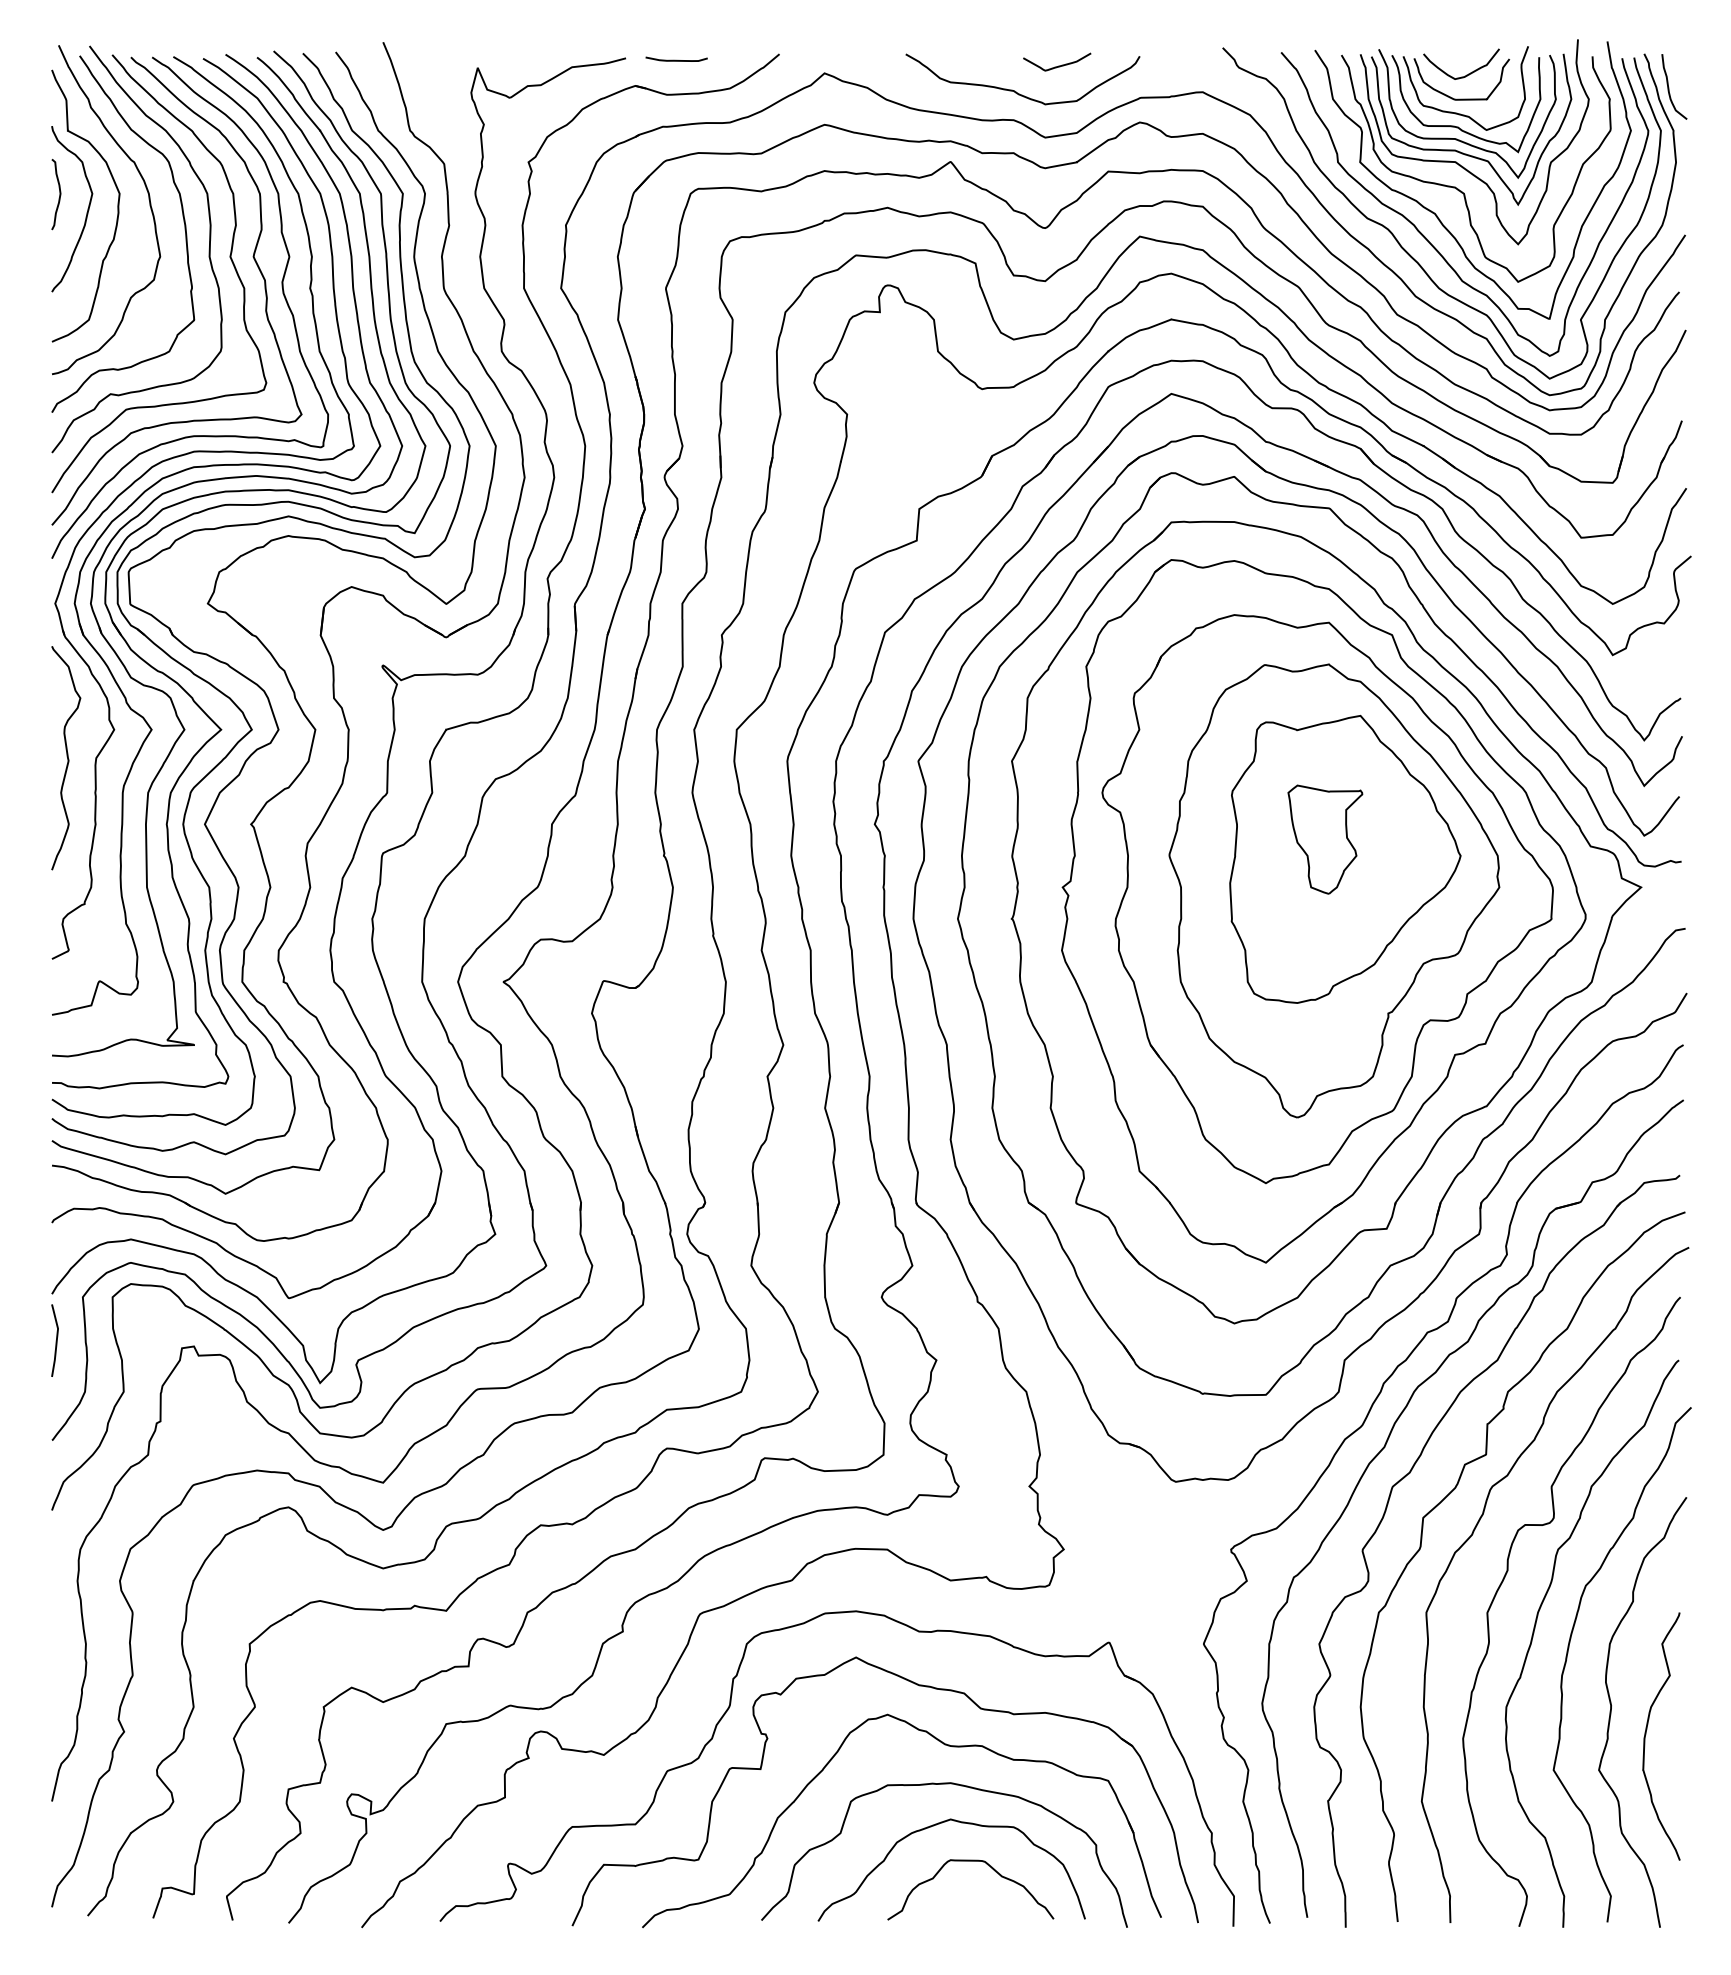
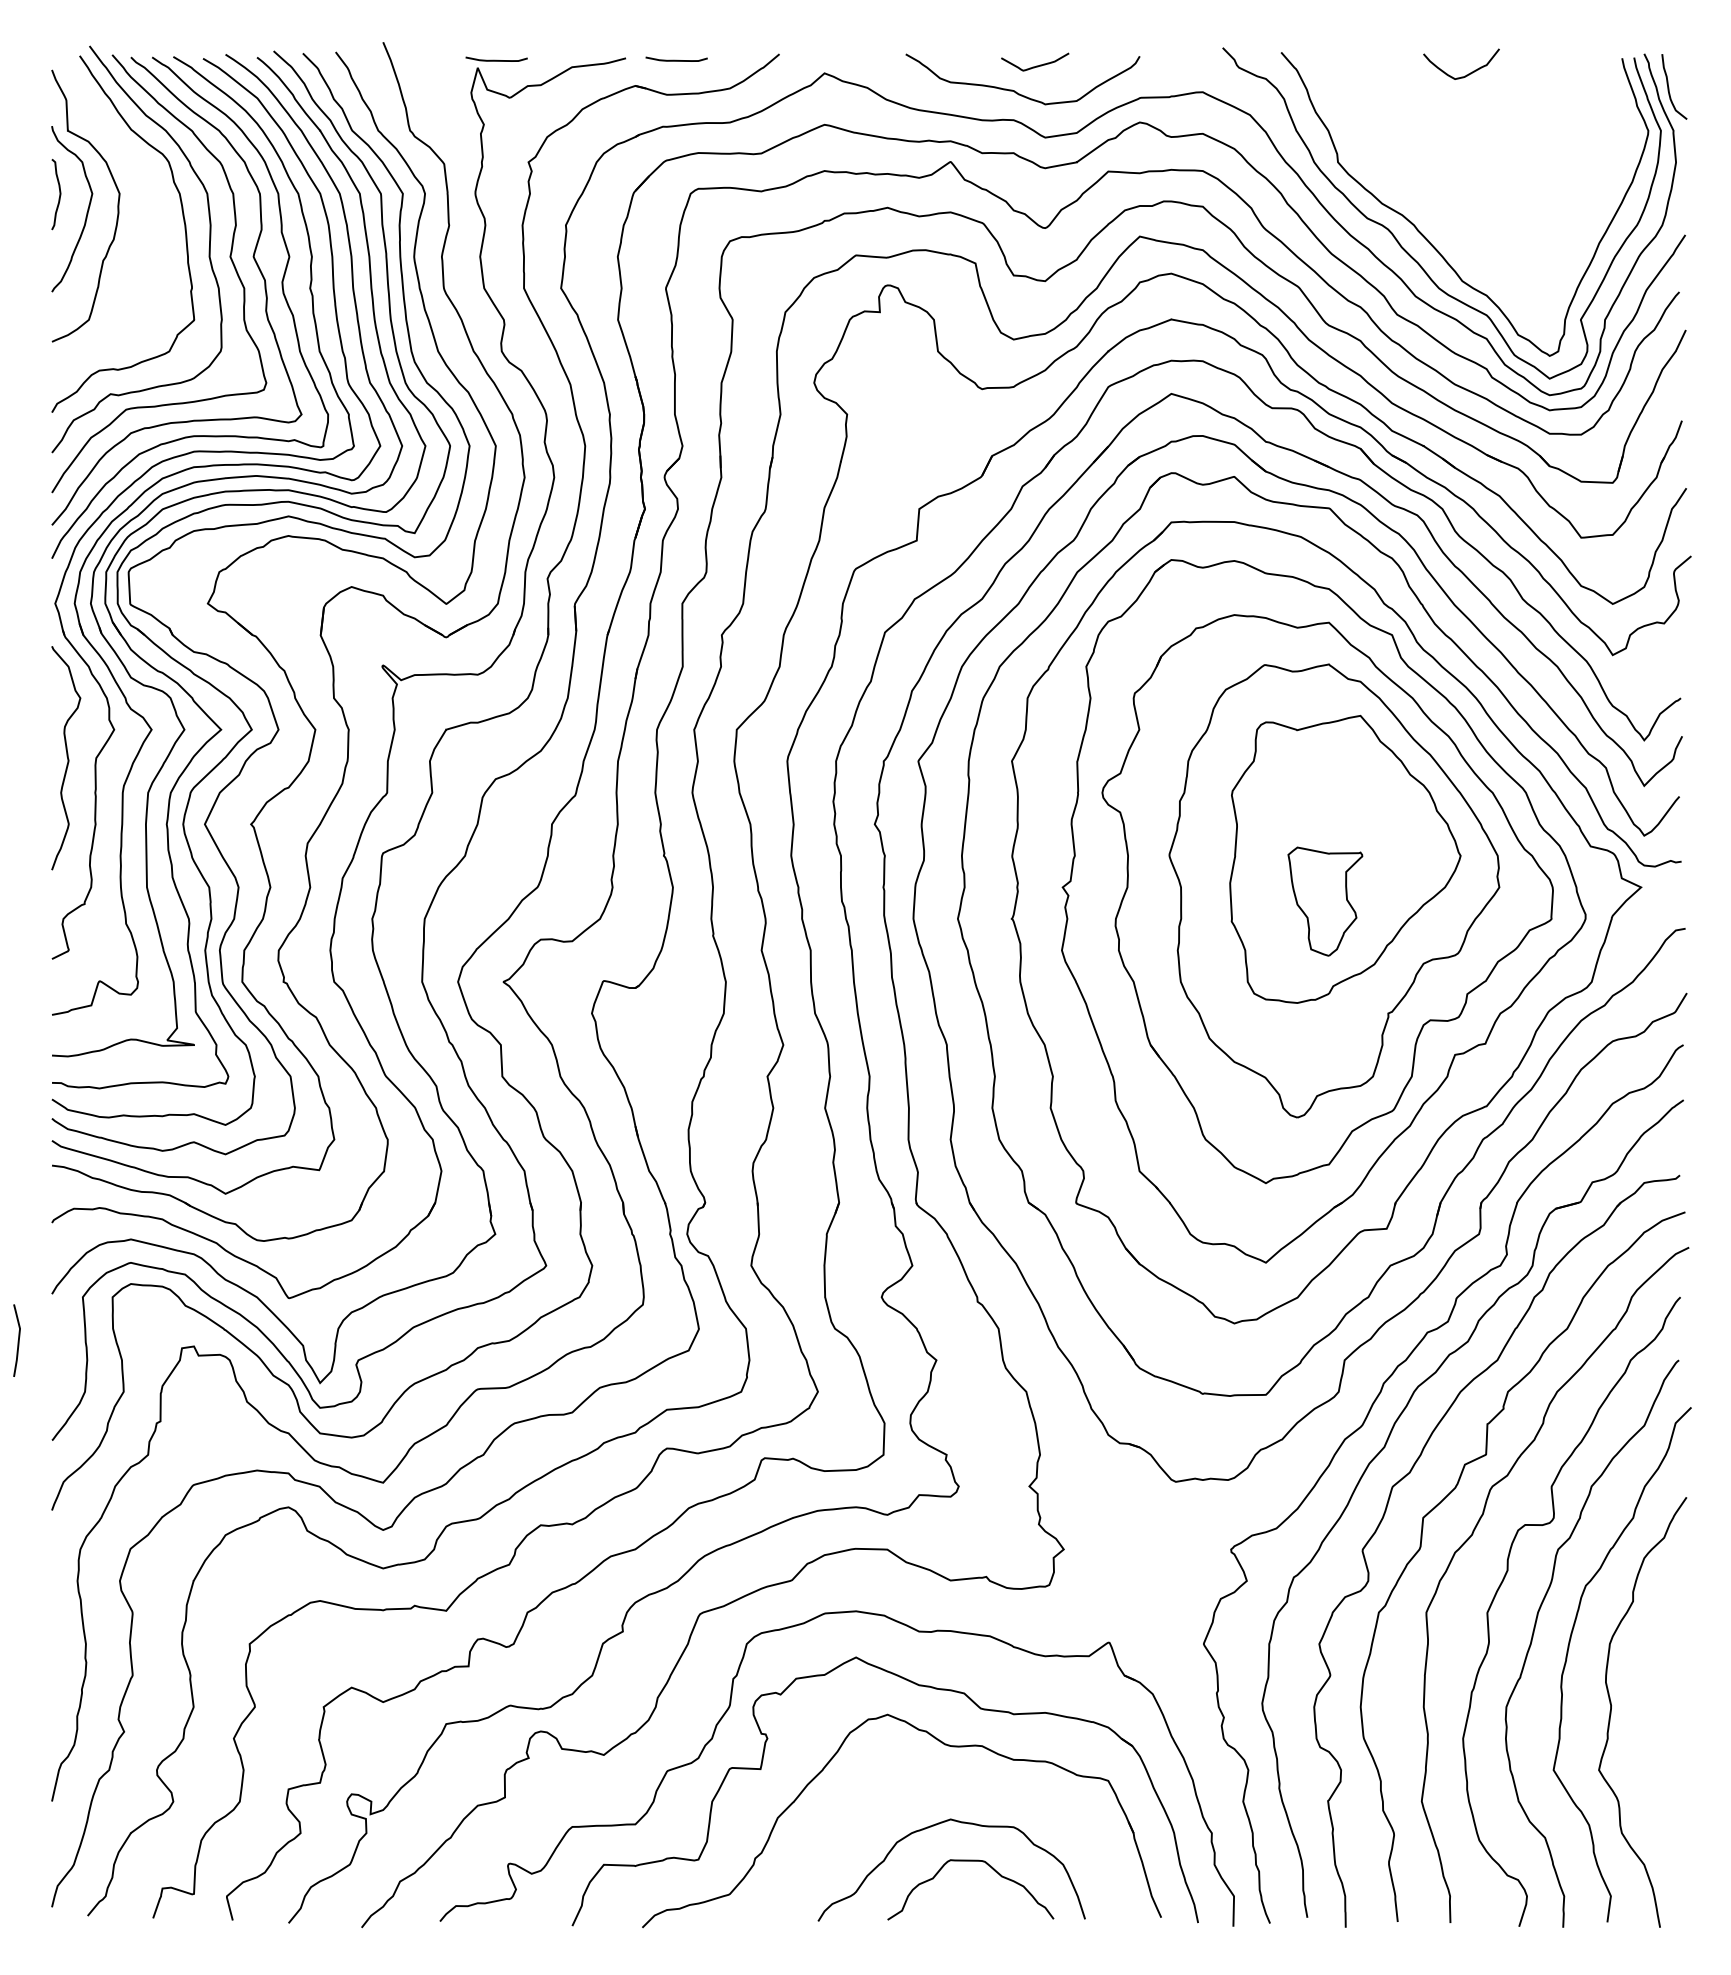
curve at (496, 59): none -> present
curve at (1058, 65) position: (1058, 65) -> (1036, 65)
part at (1472, 179): present -> none
curve at (149, 206): present -> none
part at (1325, 839) position: (1325, 839) -> (1325, 901)
curve at (55, 1340) position: (55, 1340) -> (17, 1340)
curve at (1646, 1734): present -> none
curve at (960, 1786): present -> none
